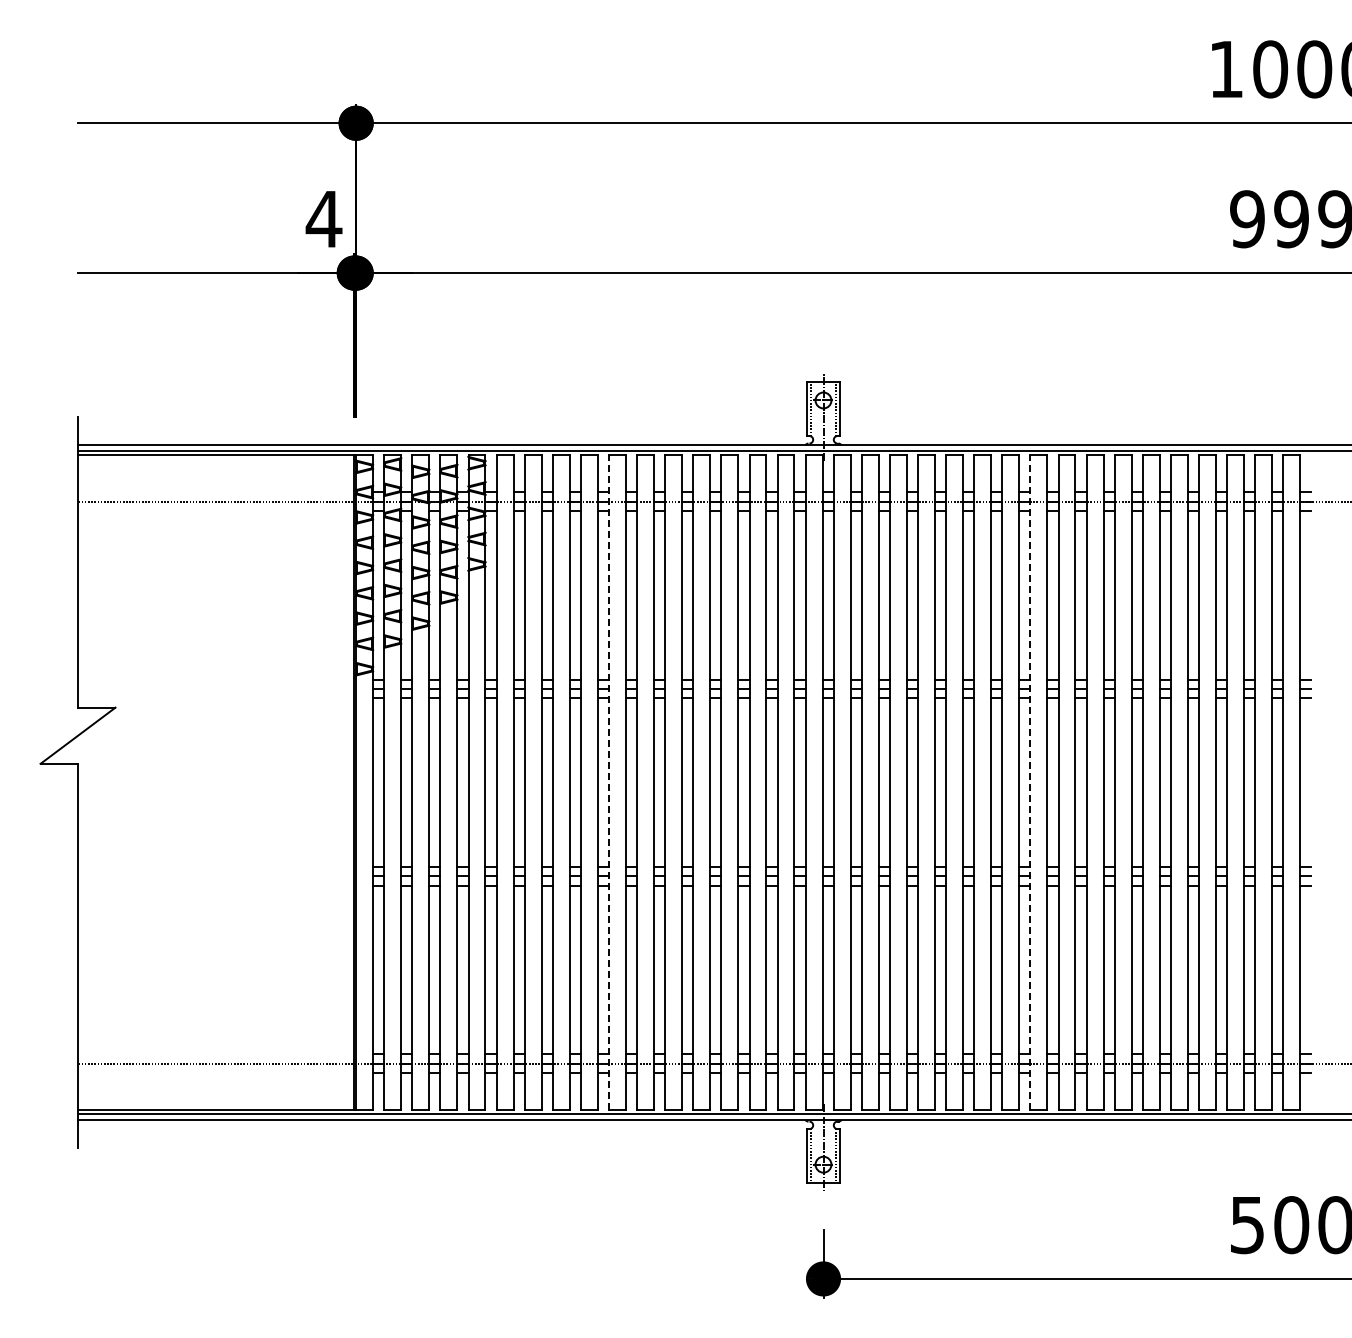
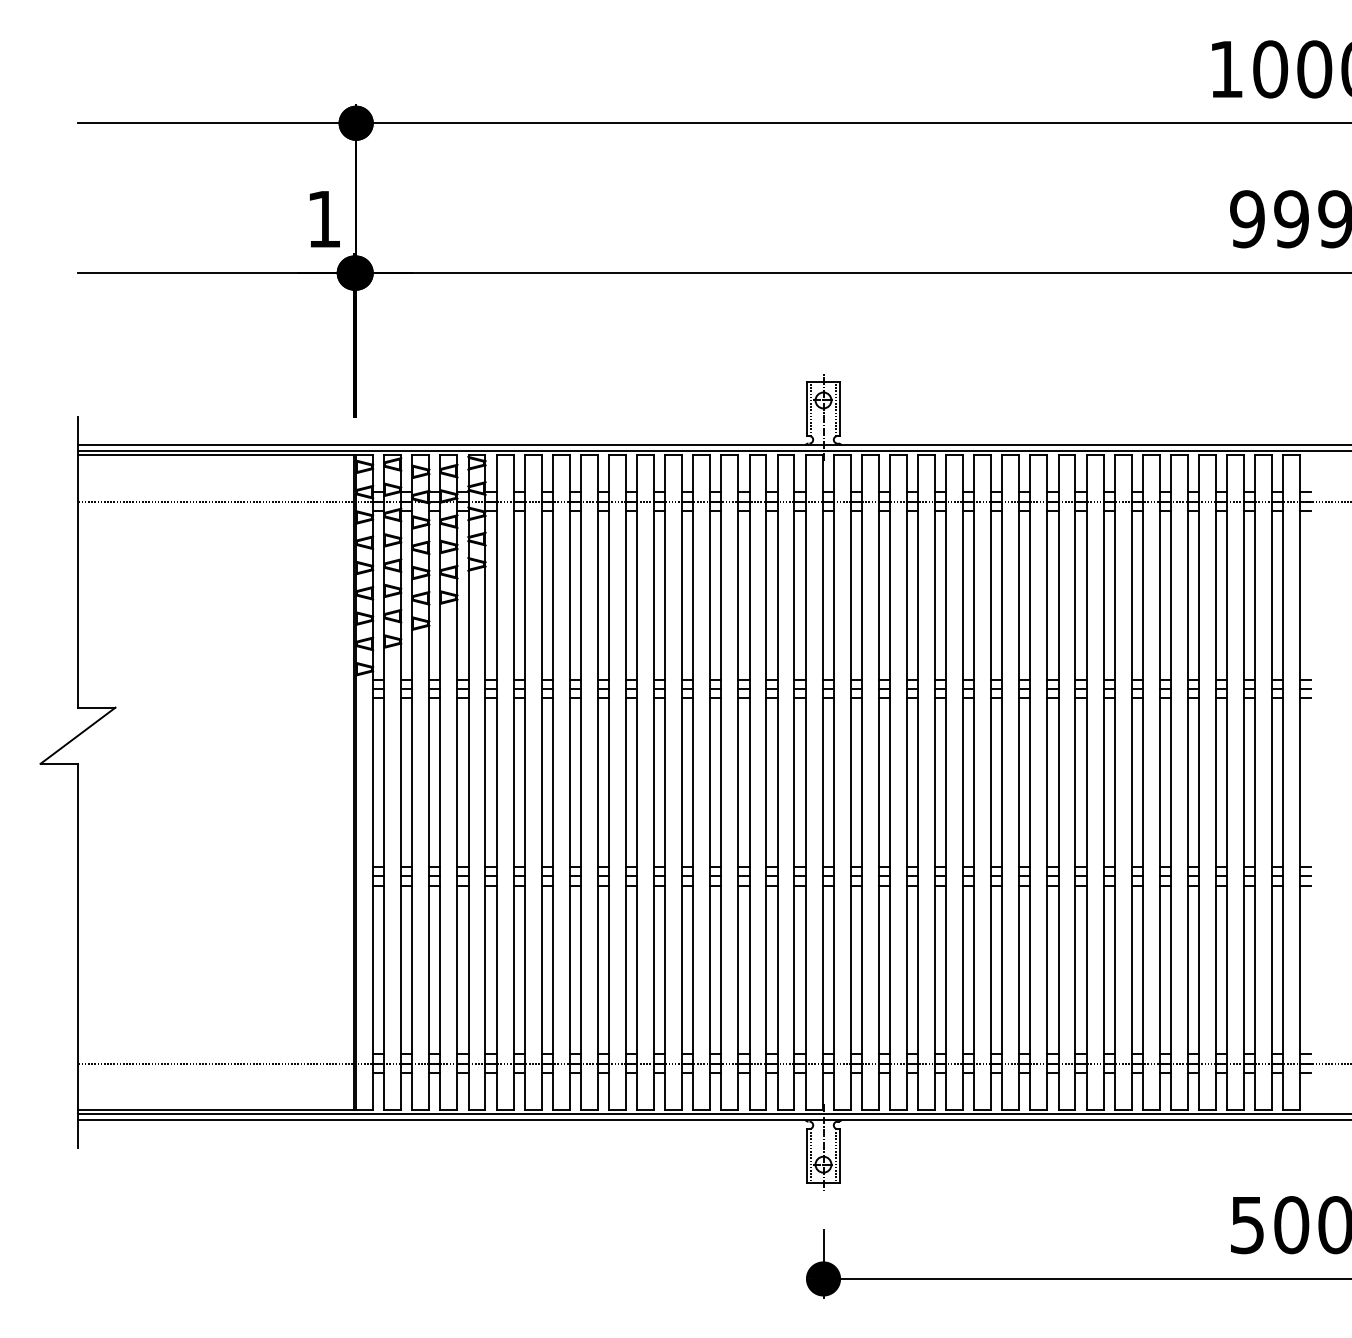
text at (323, 219): 4 -> 1
line at (609, 782): dashed -> solid
line at (1030, 782): dashed -> solid
